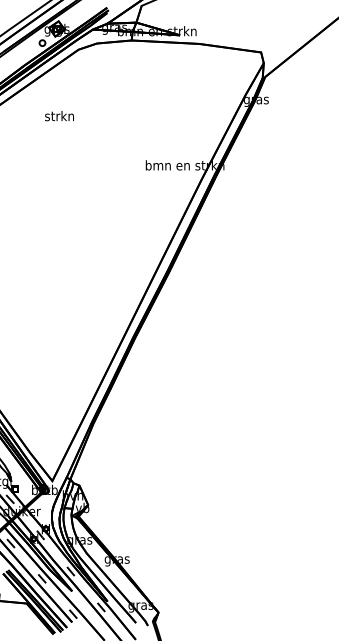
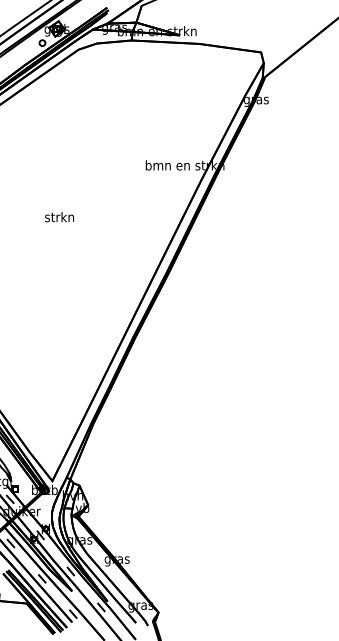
text at (59, 116) position: (59, 116) -> (59, 217)
